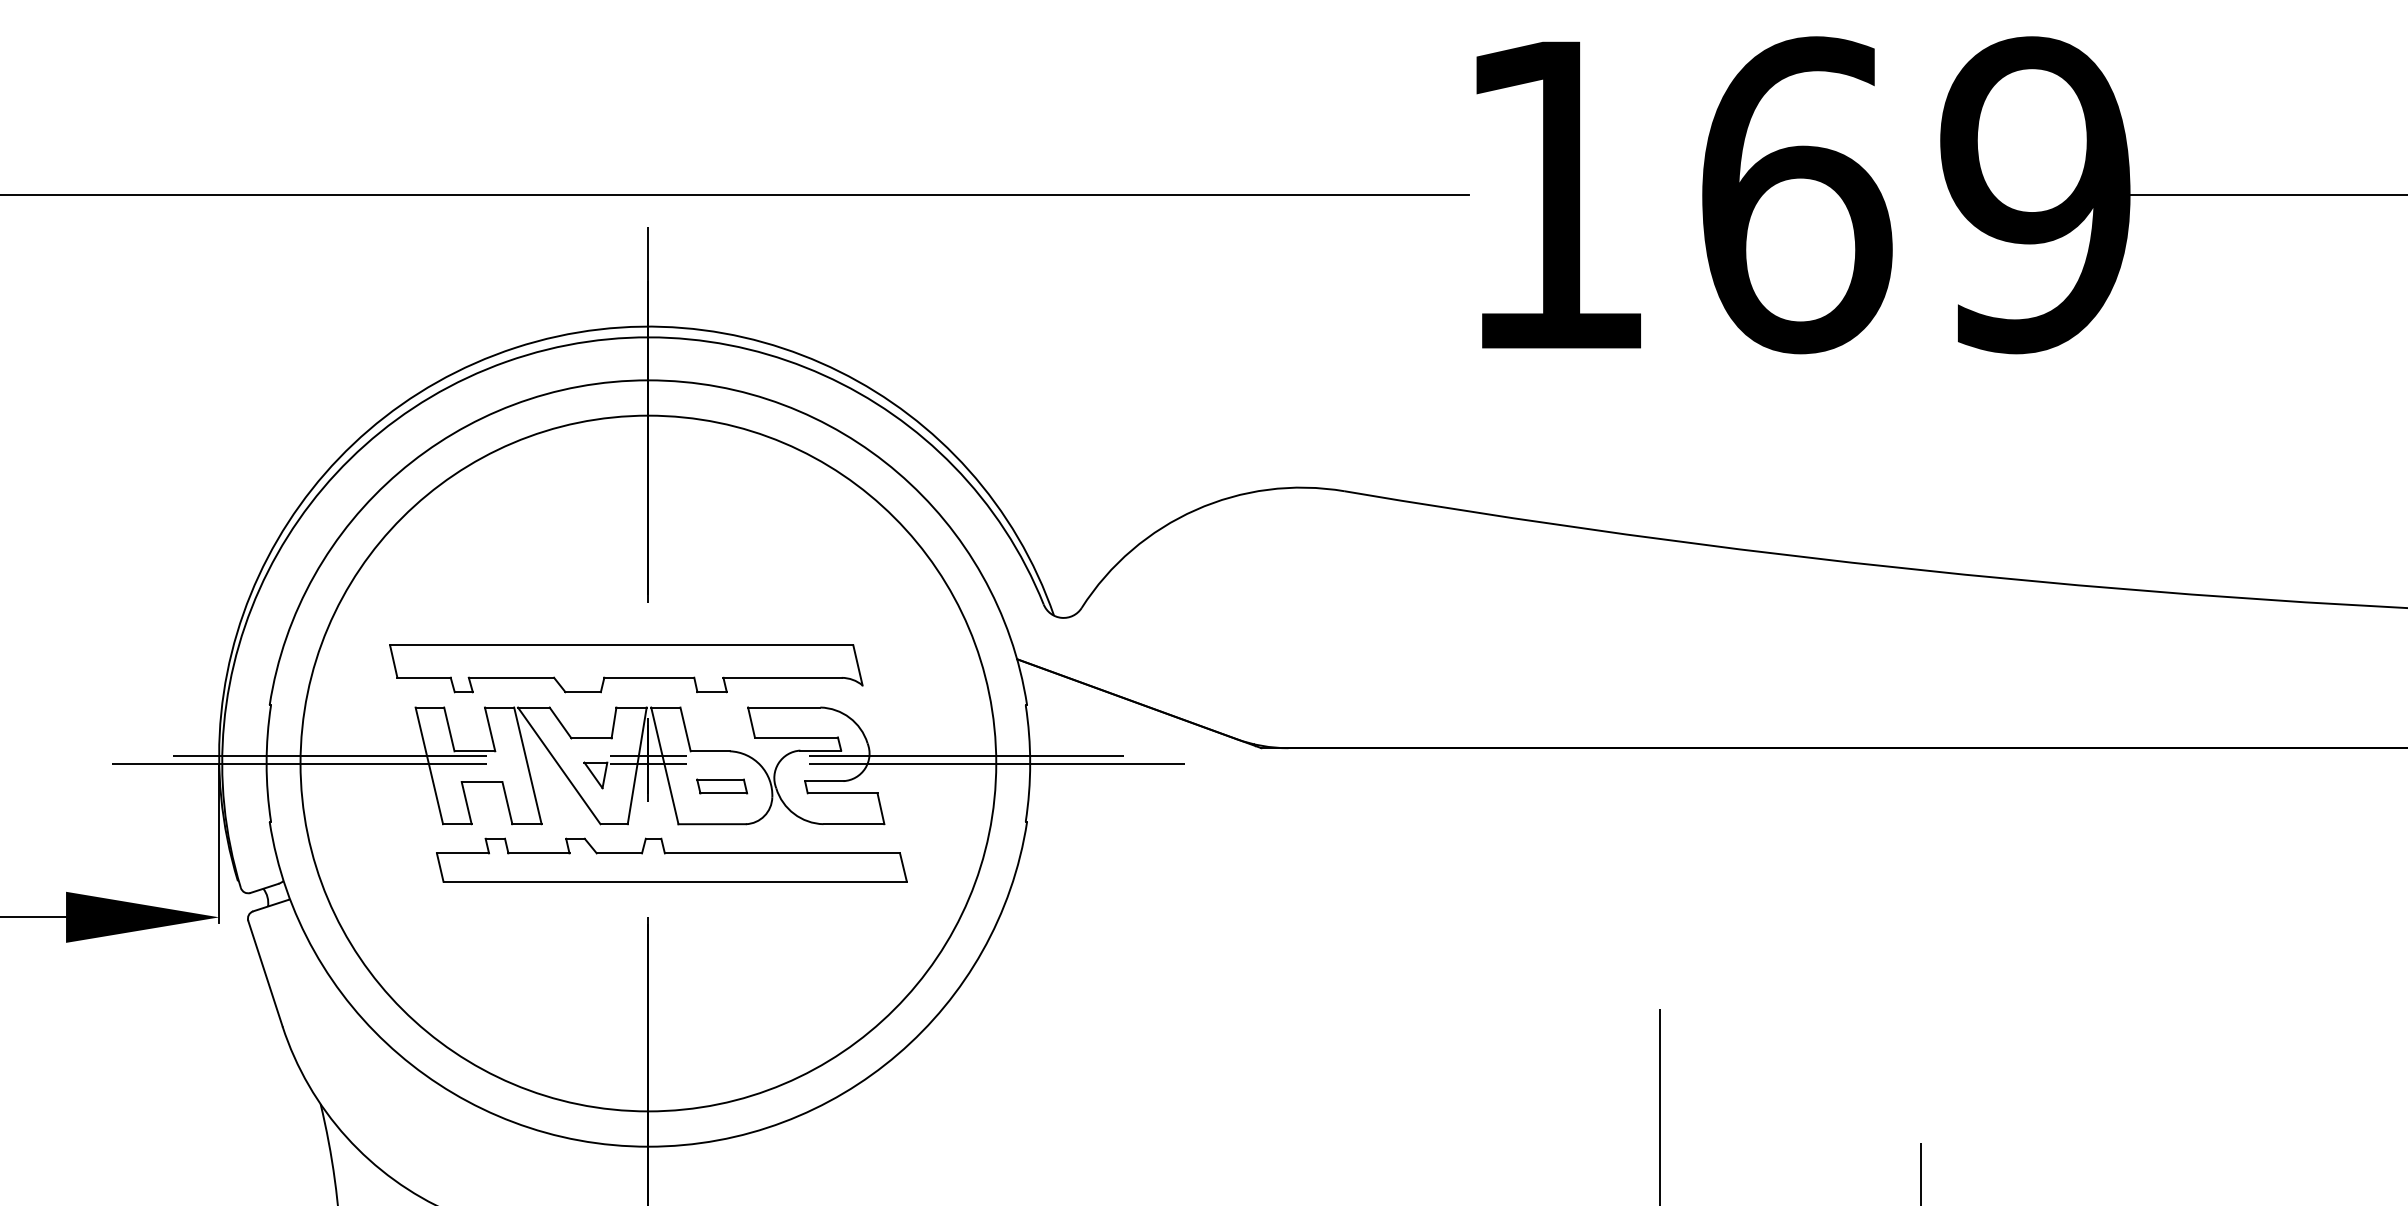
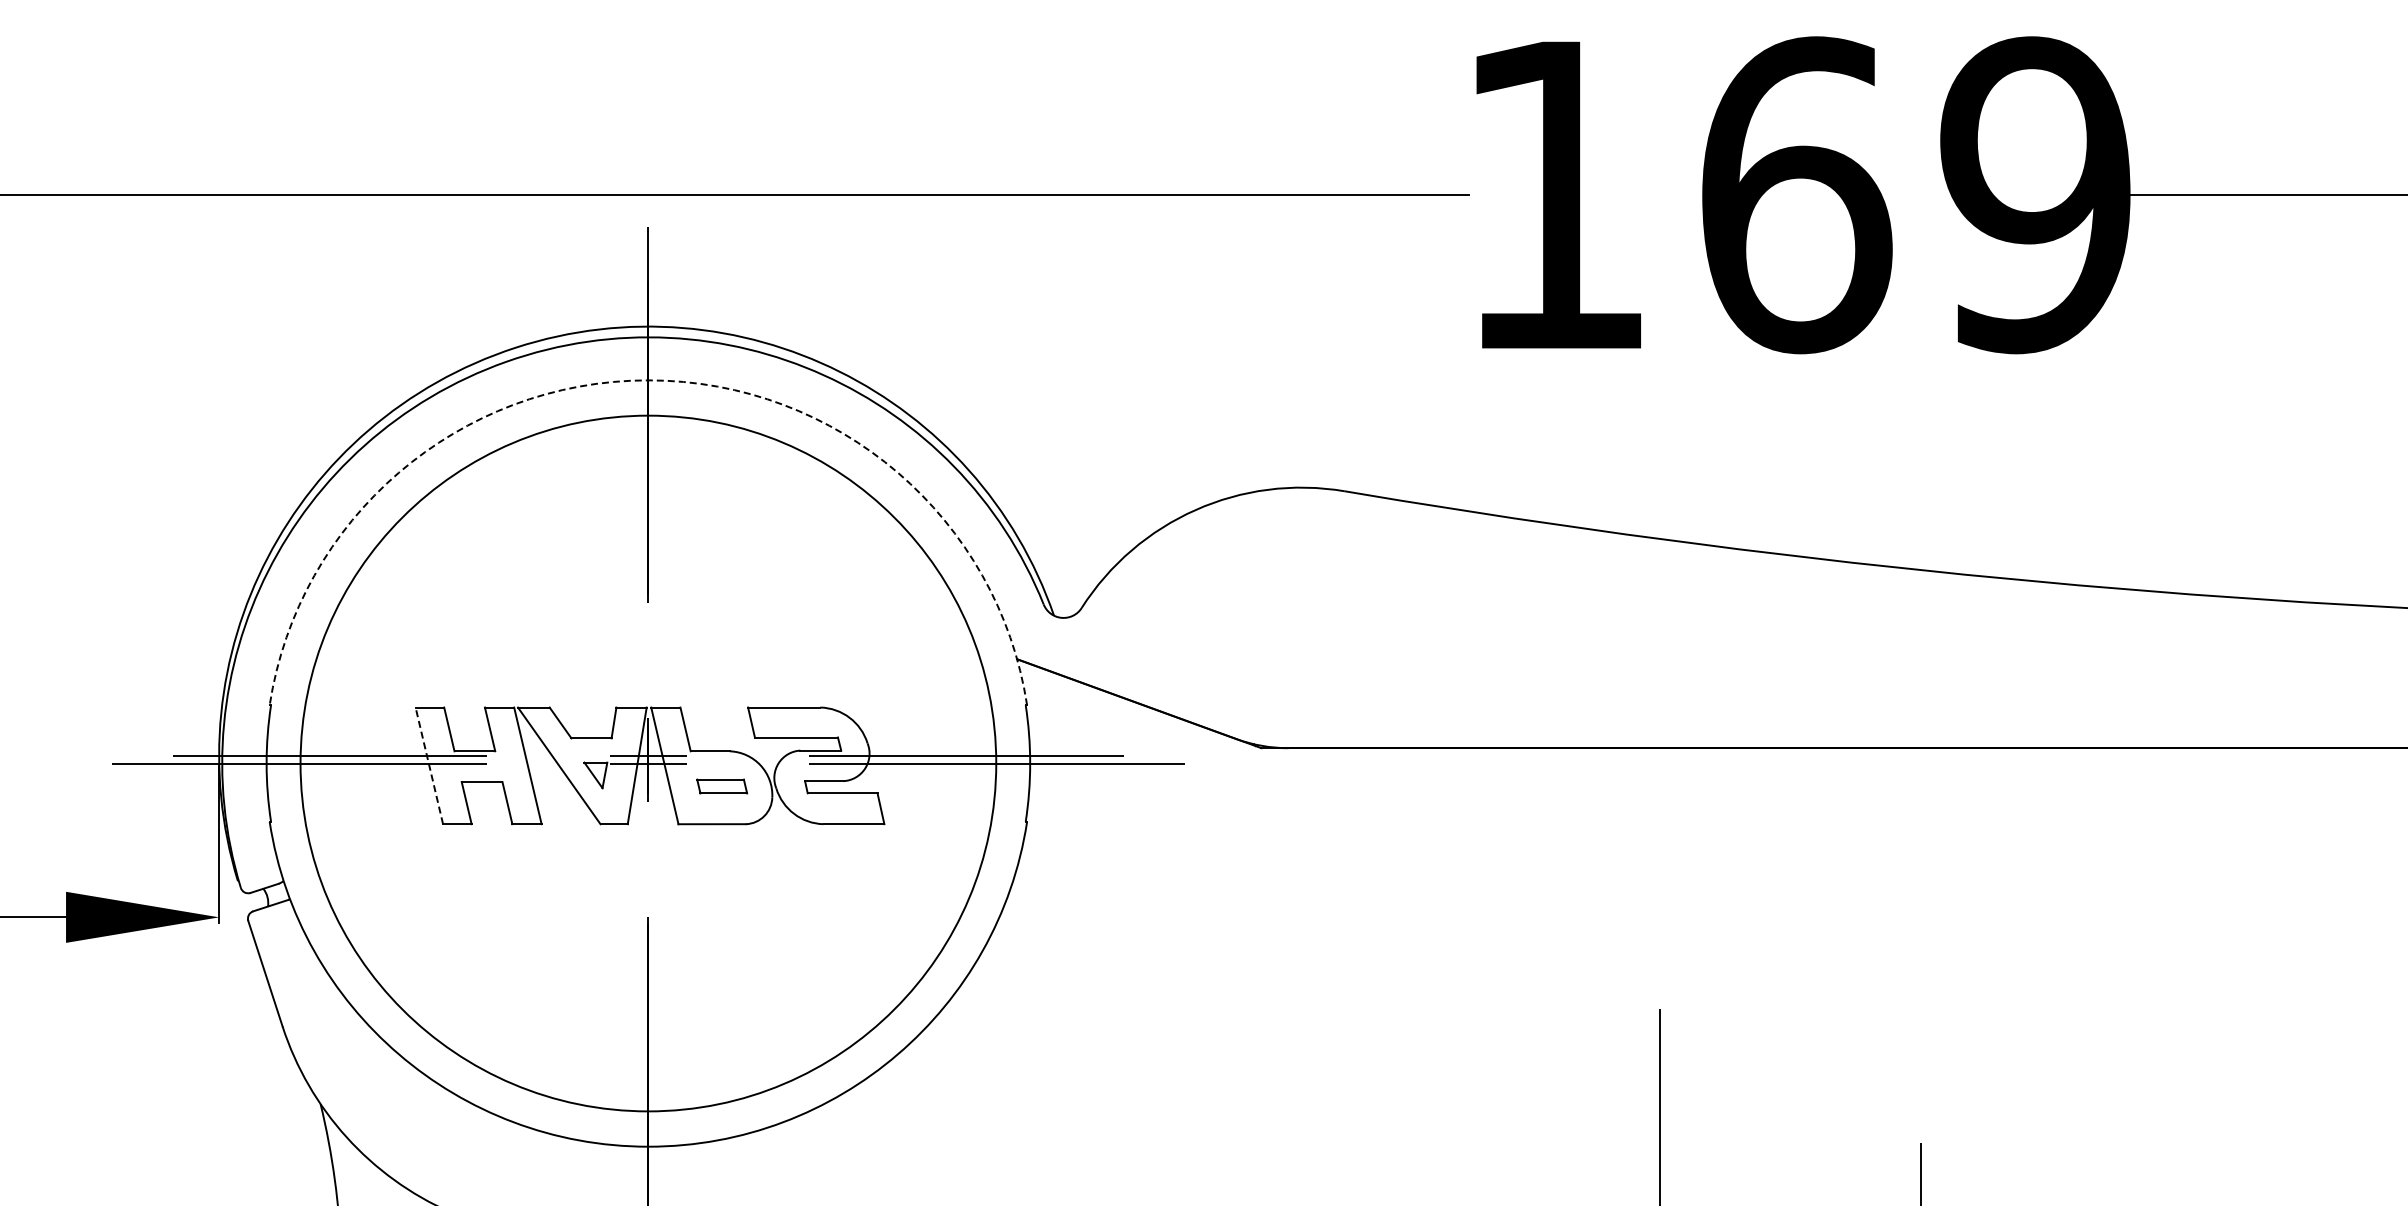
arc at (648, 380): solid -> dashed
part at (626, 668): present -> none
line at (429, 765): solid -> dashed
part at (671, 859): present -> none
